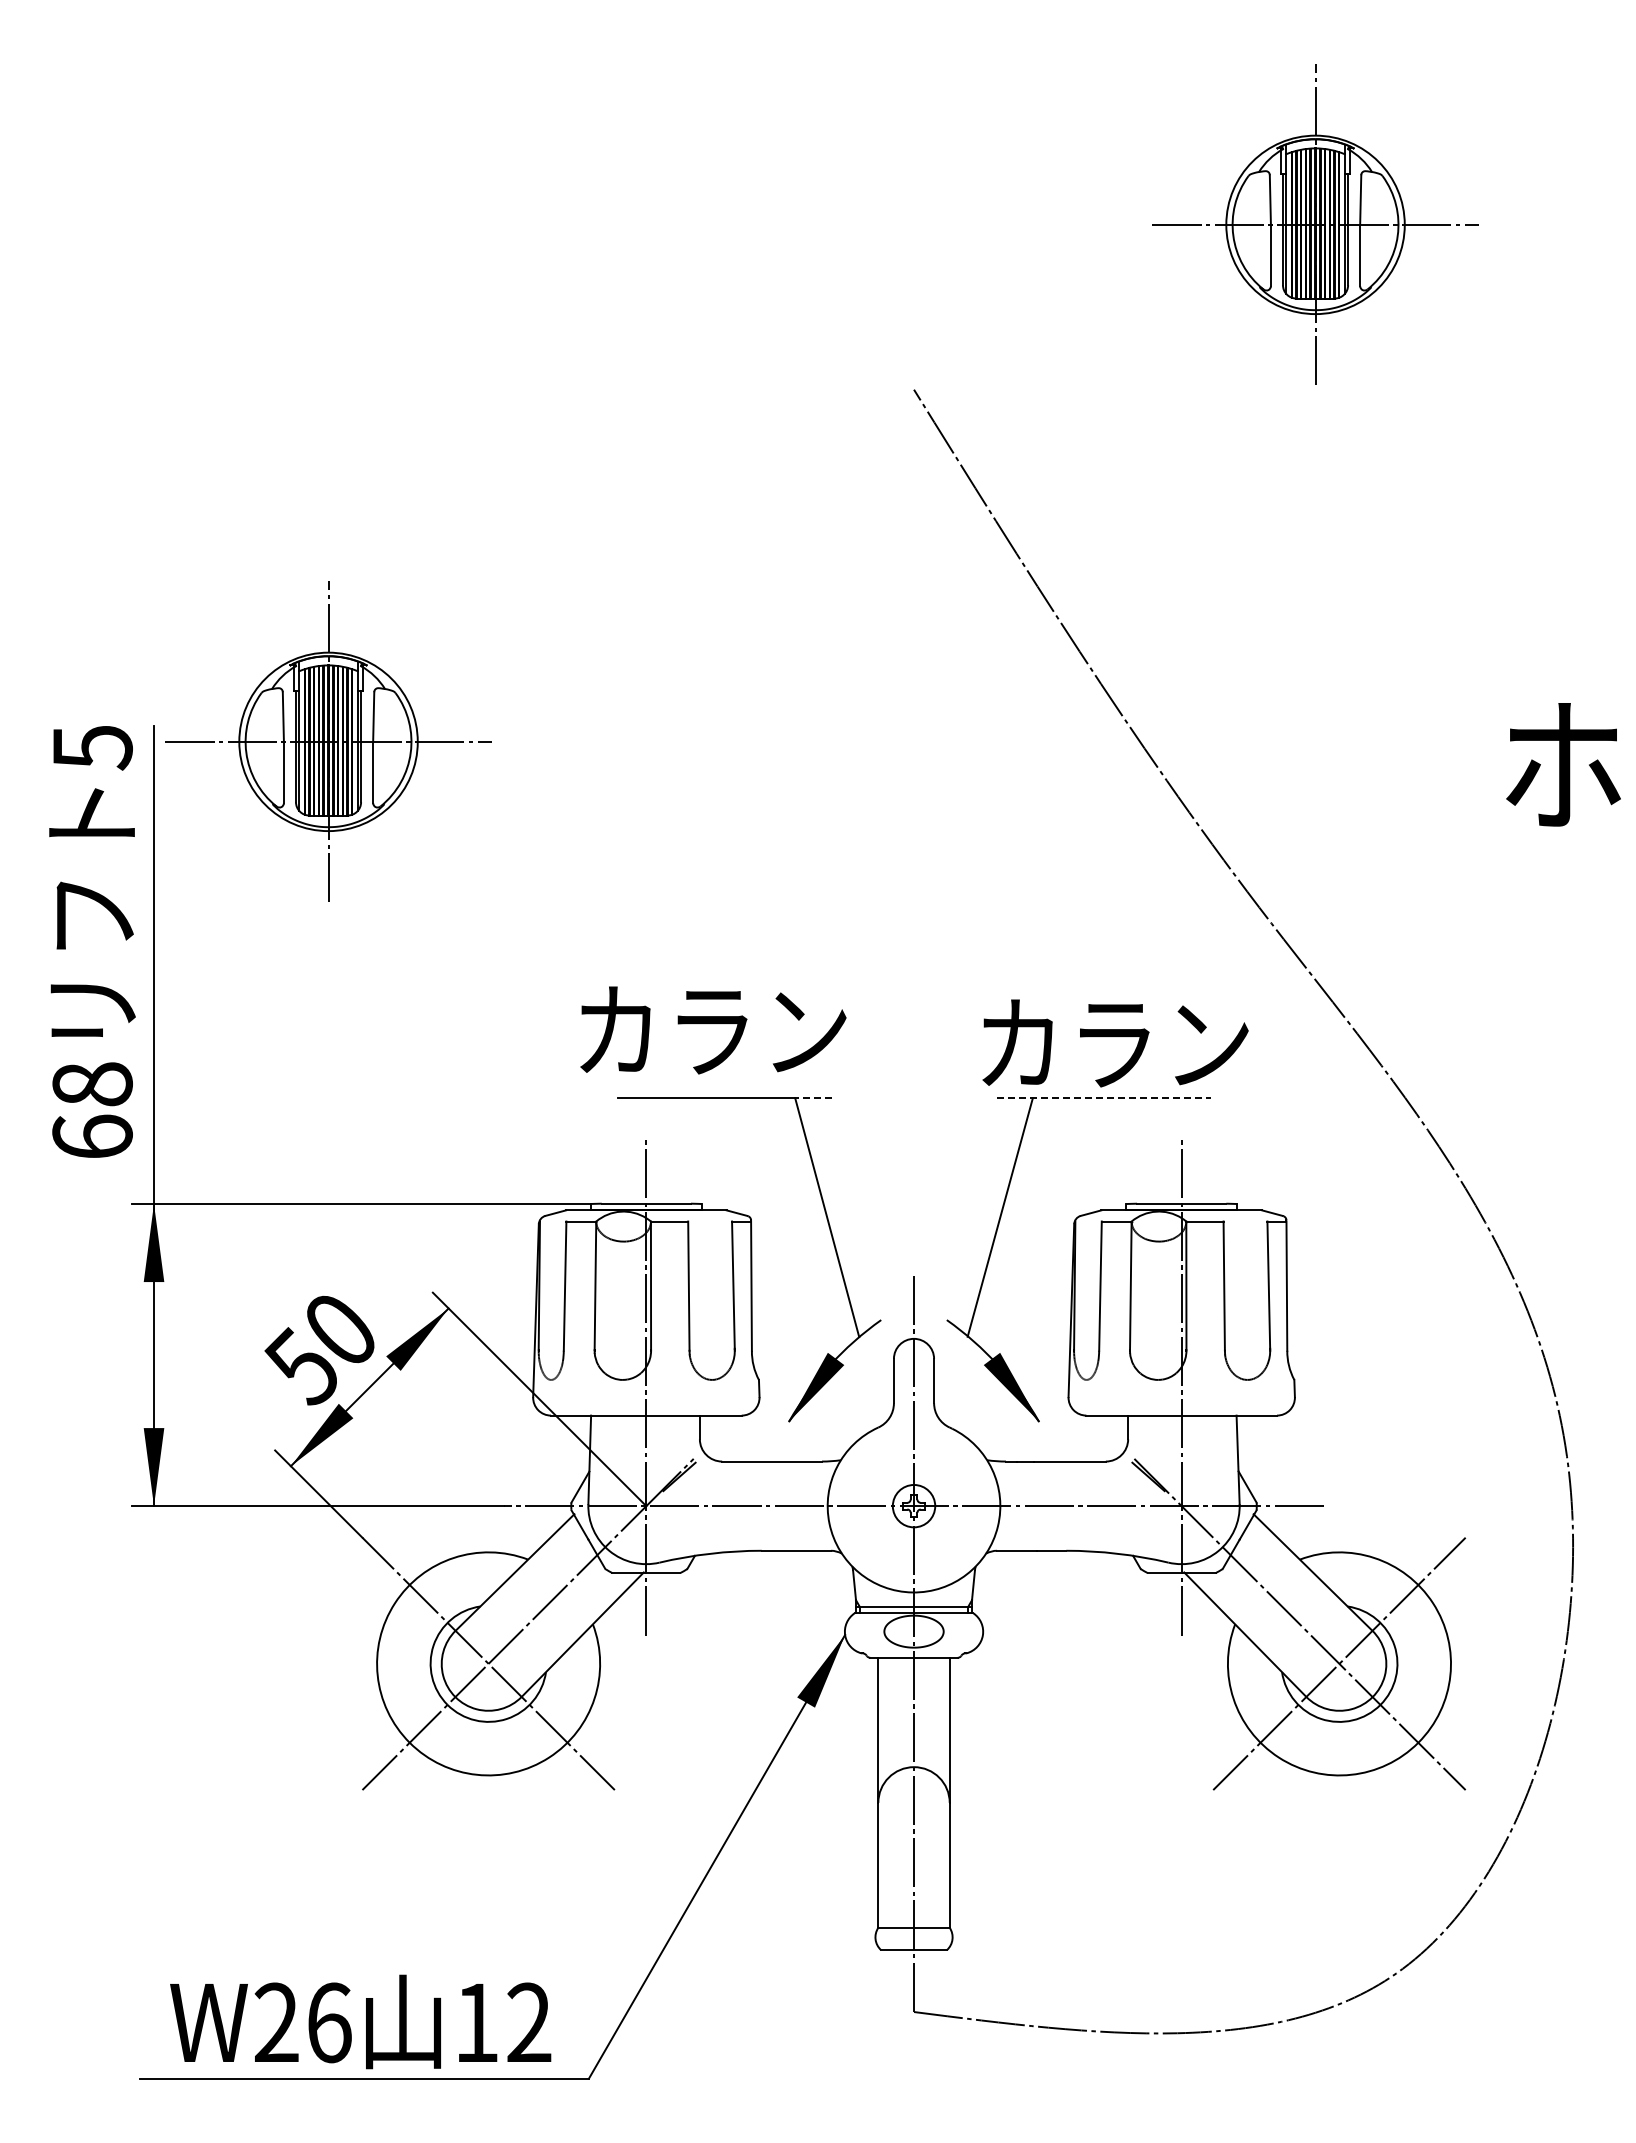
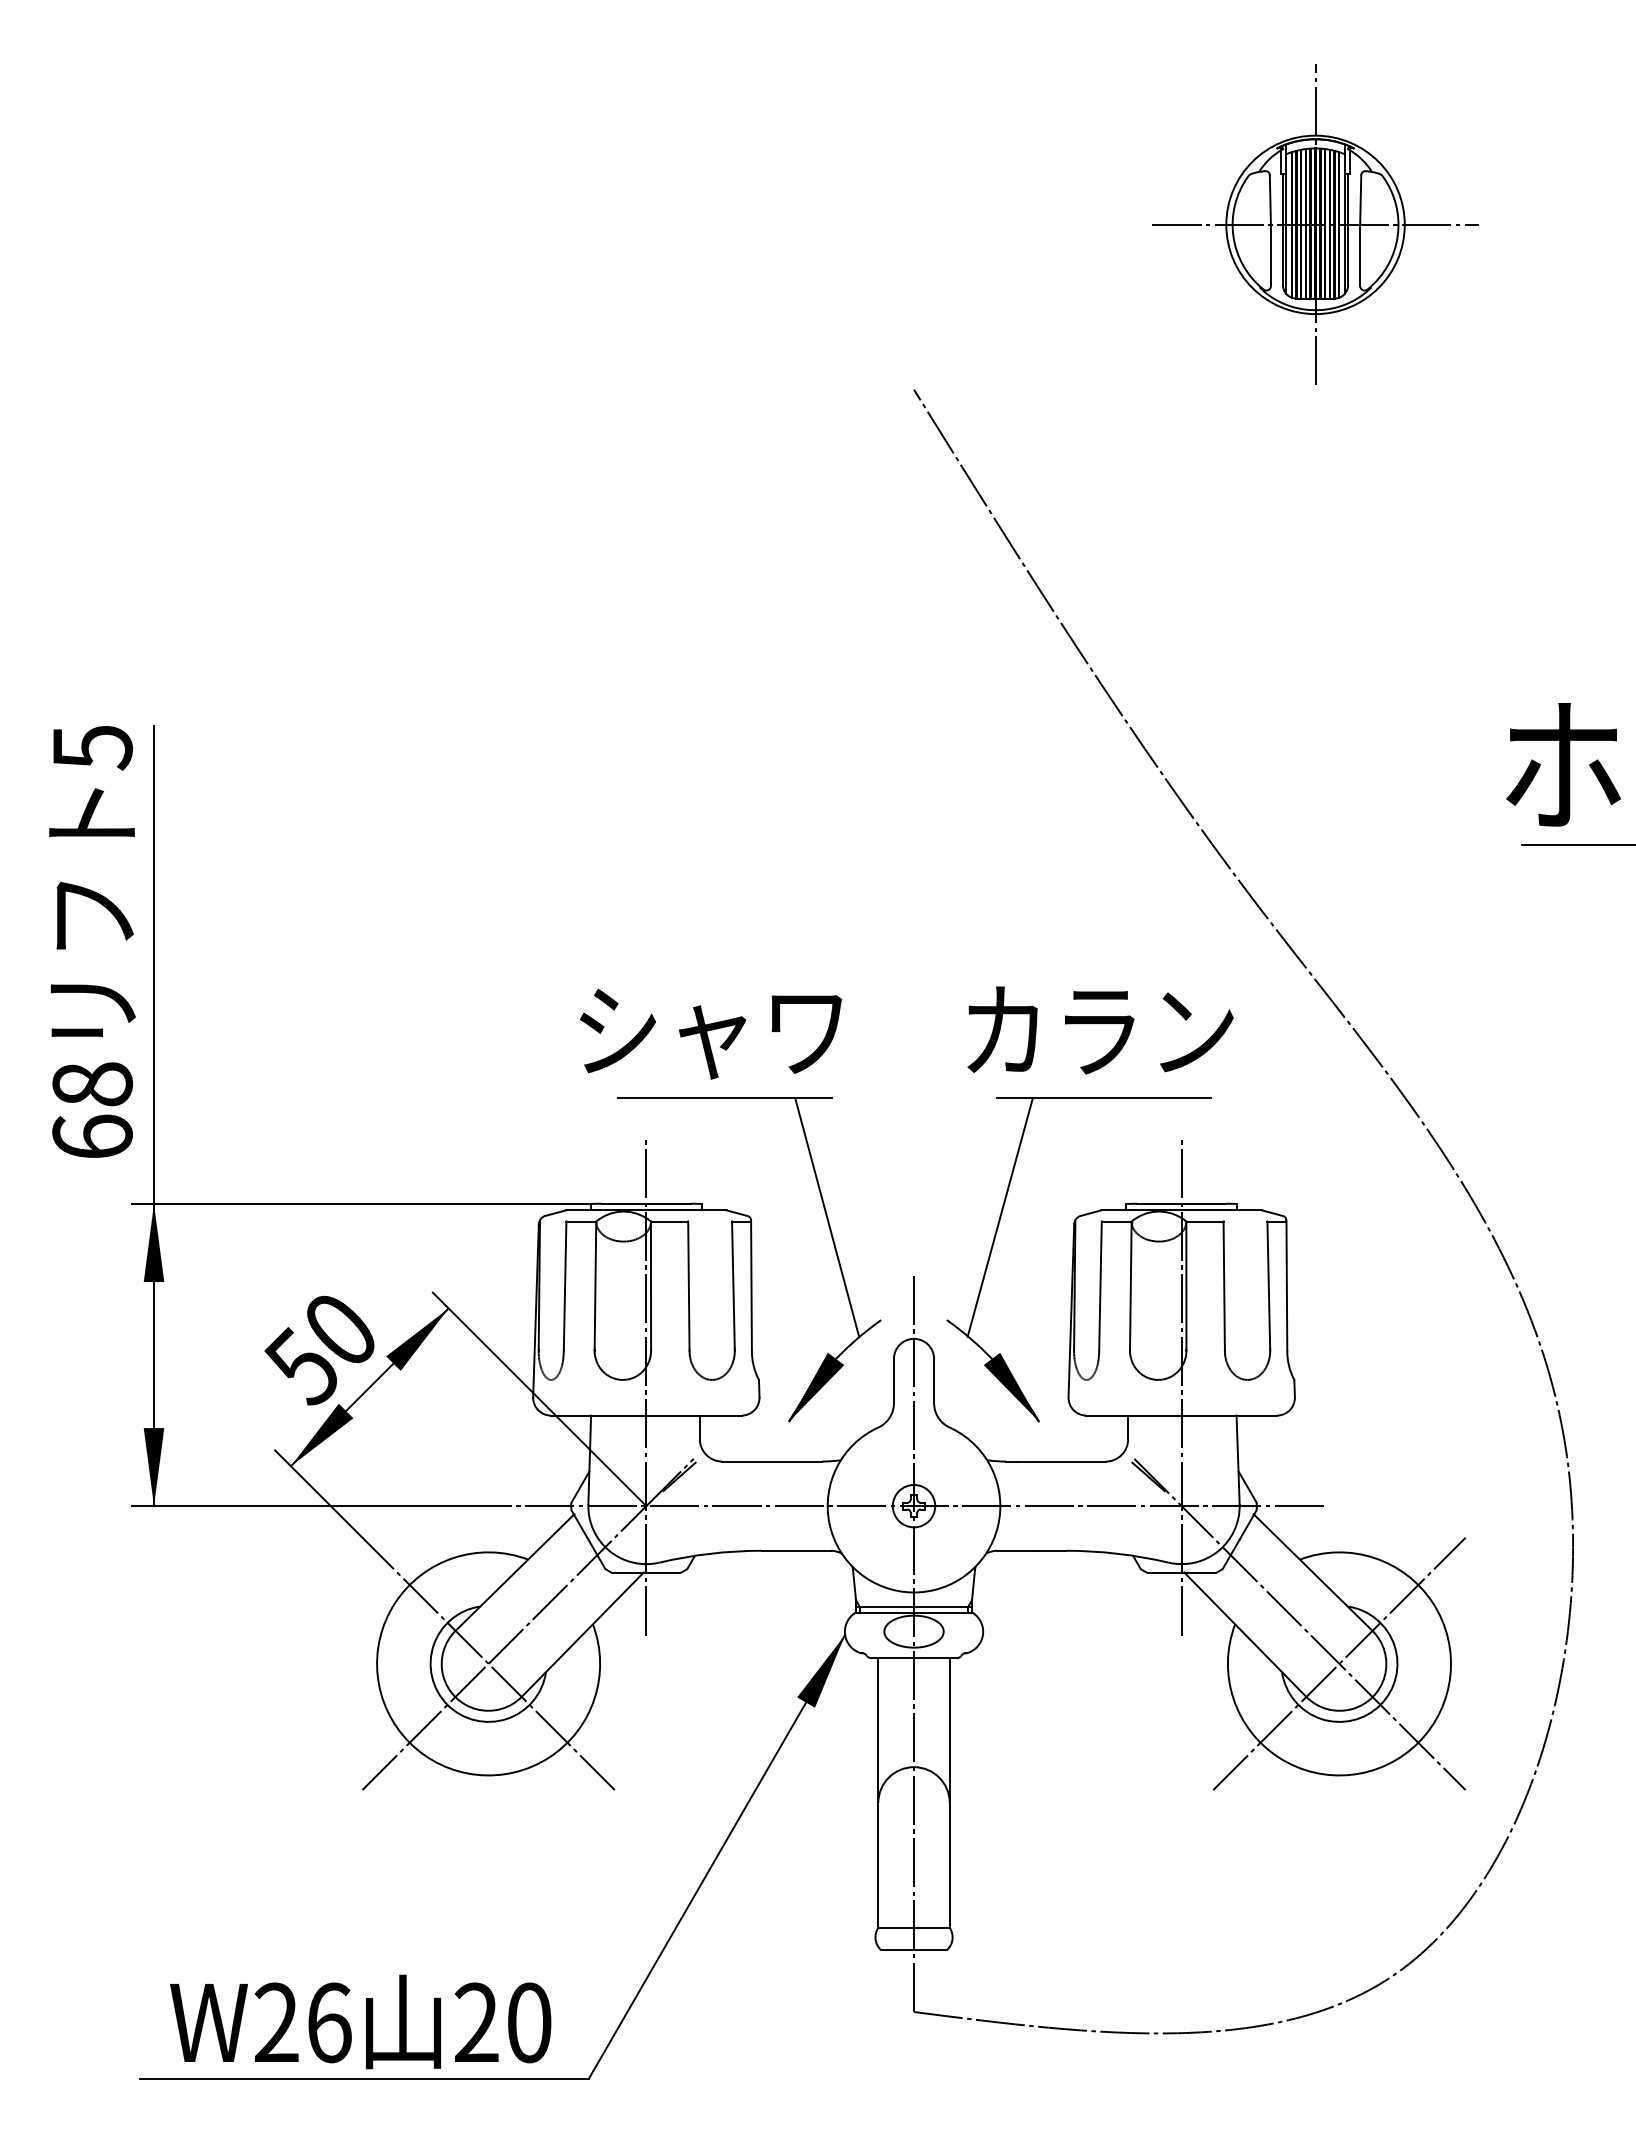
part at (328, 741): present -> none
line at (1577, 844): none -> present
text at (712, 1032): カラン -> シャワ
text at (1115, 1043) position: (1115, 1043) -> (1100, 1030)
line at (813, 1098): dashed -> solid
line at (1104, 1098): dashed -> solid
text at (502, 2022): 12 -> 20
